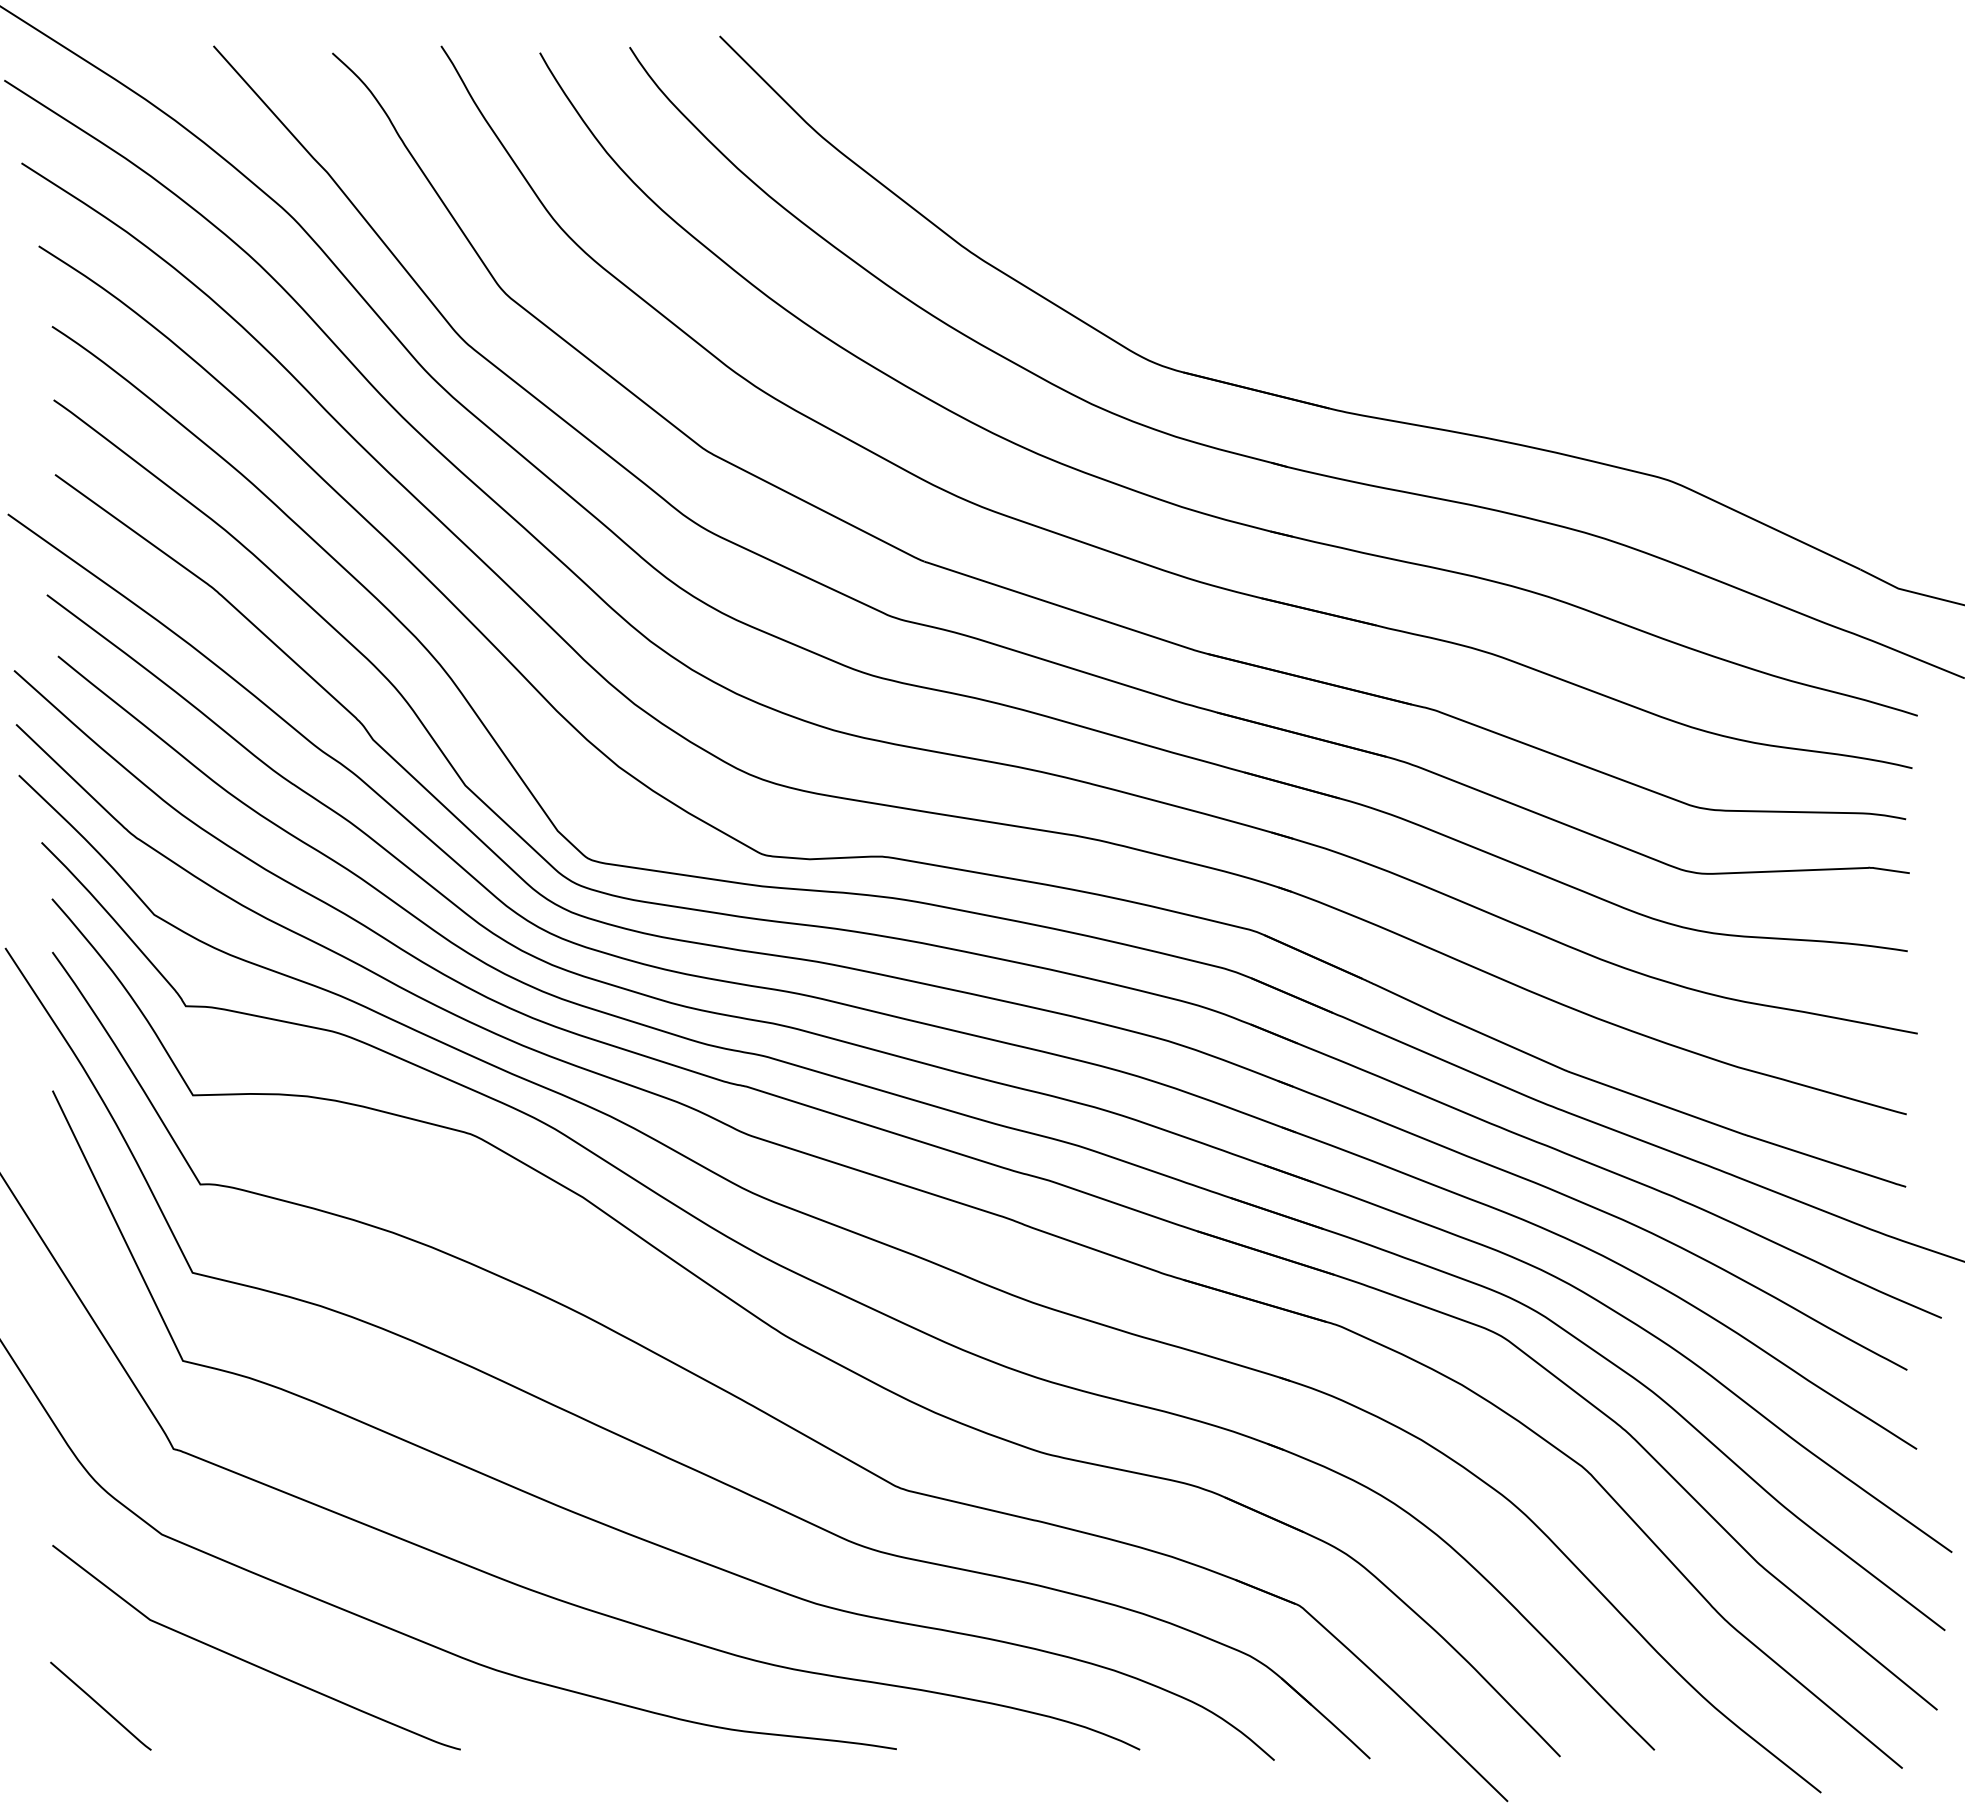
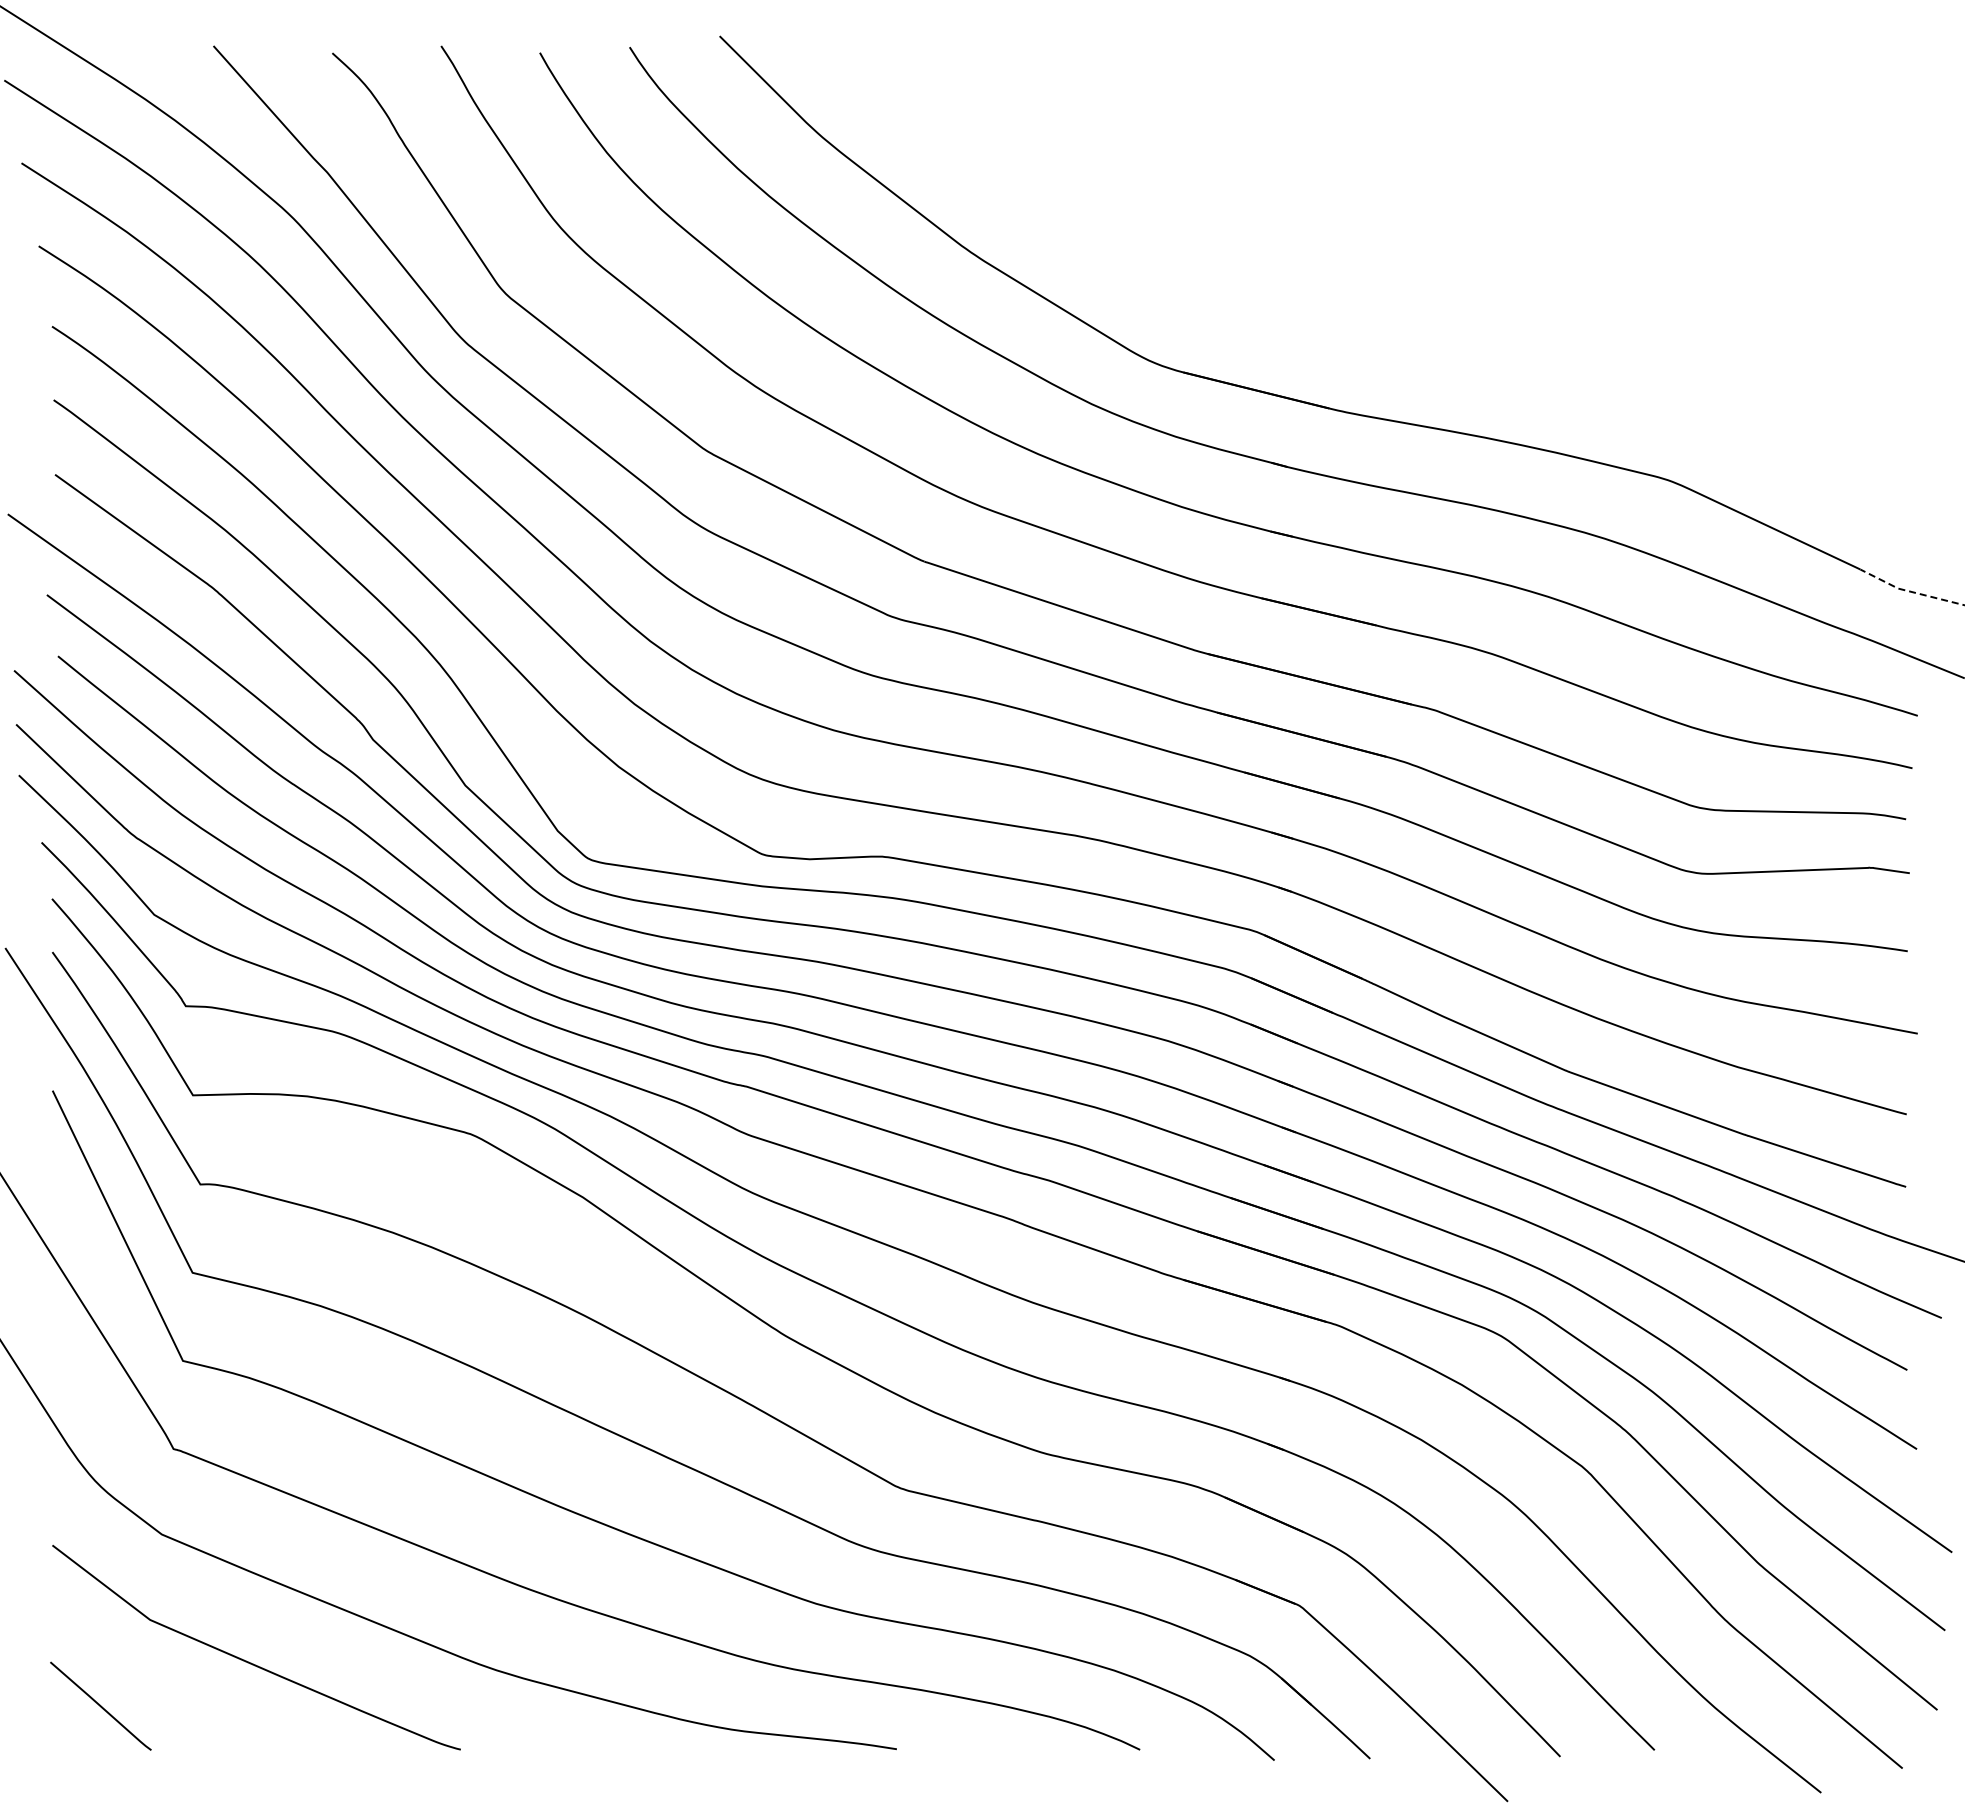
line at (1909, 591): solid -> dashed
